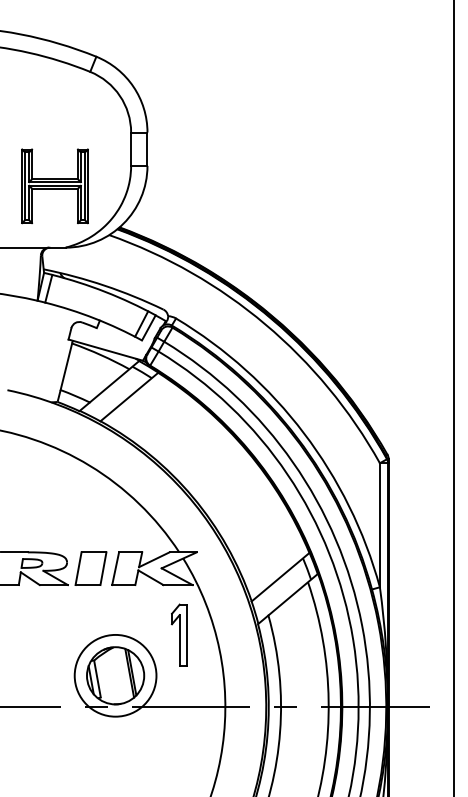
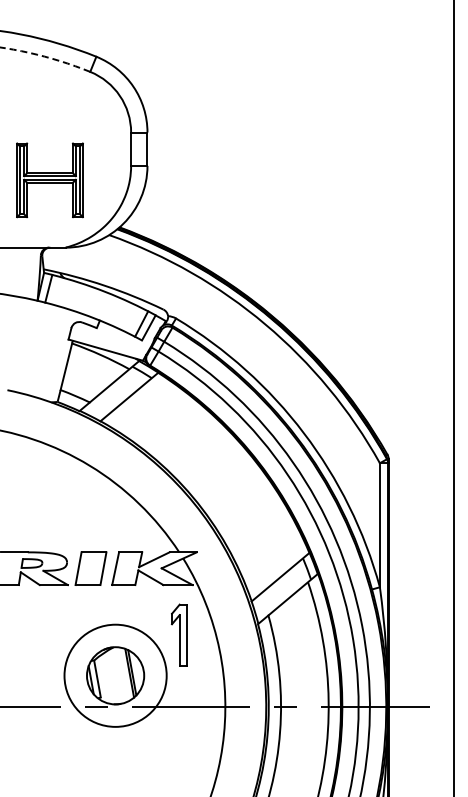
arc at (45, 56): solid -> dashed
part at (54, 186) position: (54, 186) -> (49, 180)
circle at (115, 675) diameter: 82 px -> 102 px
